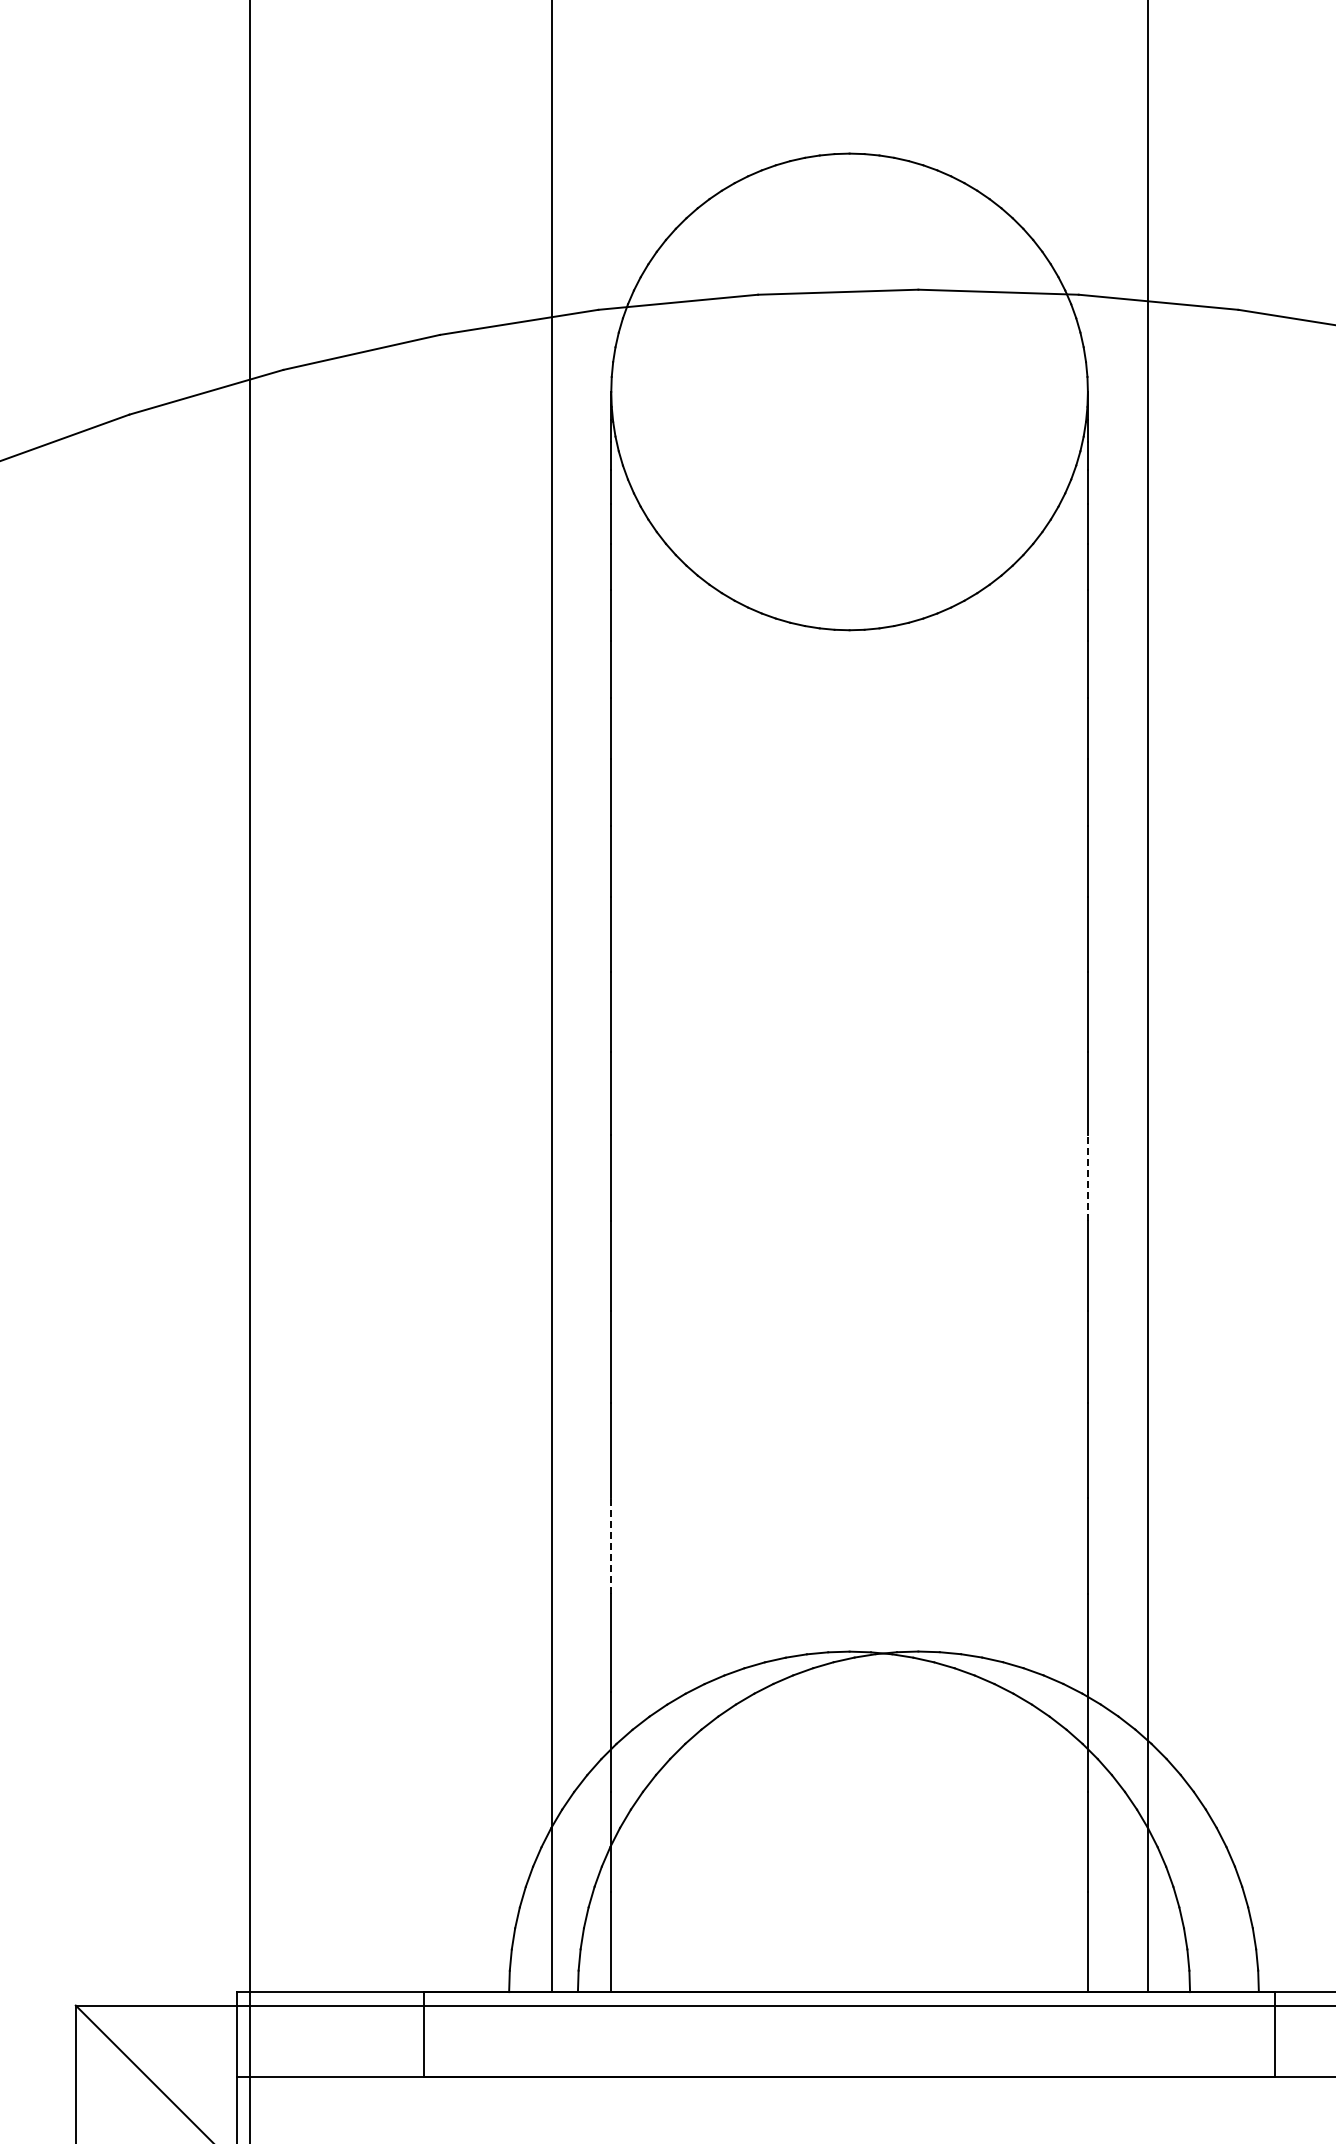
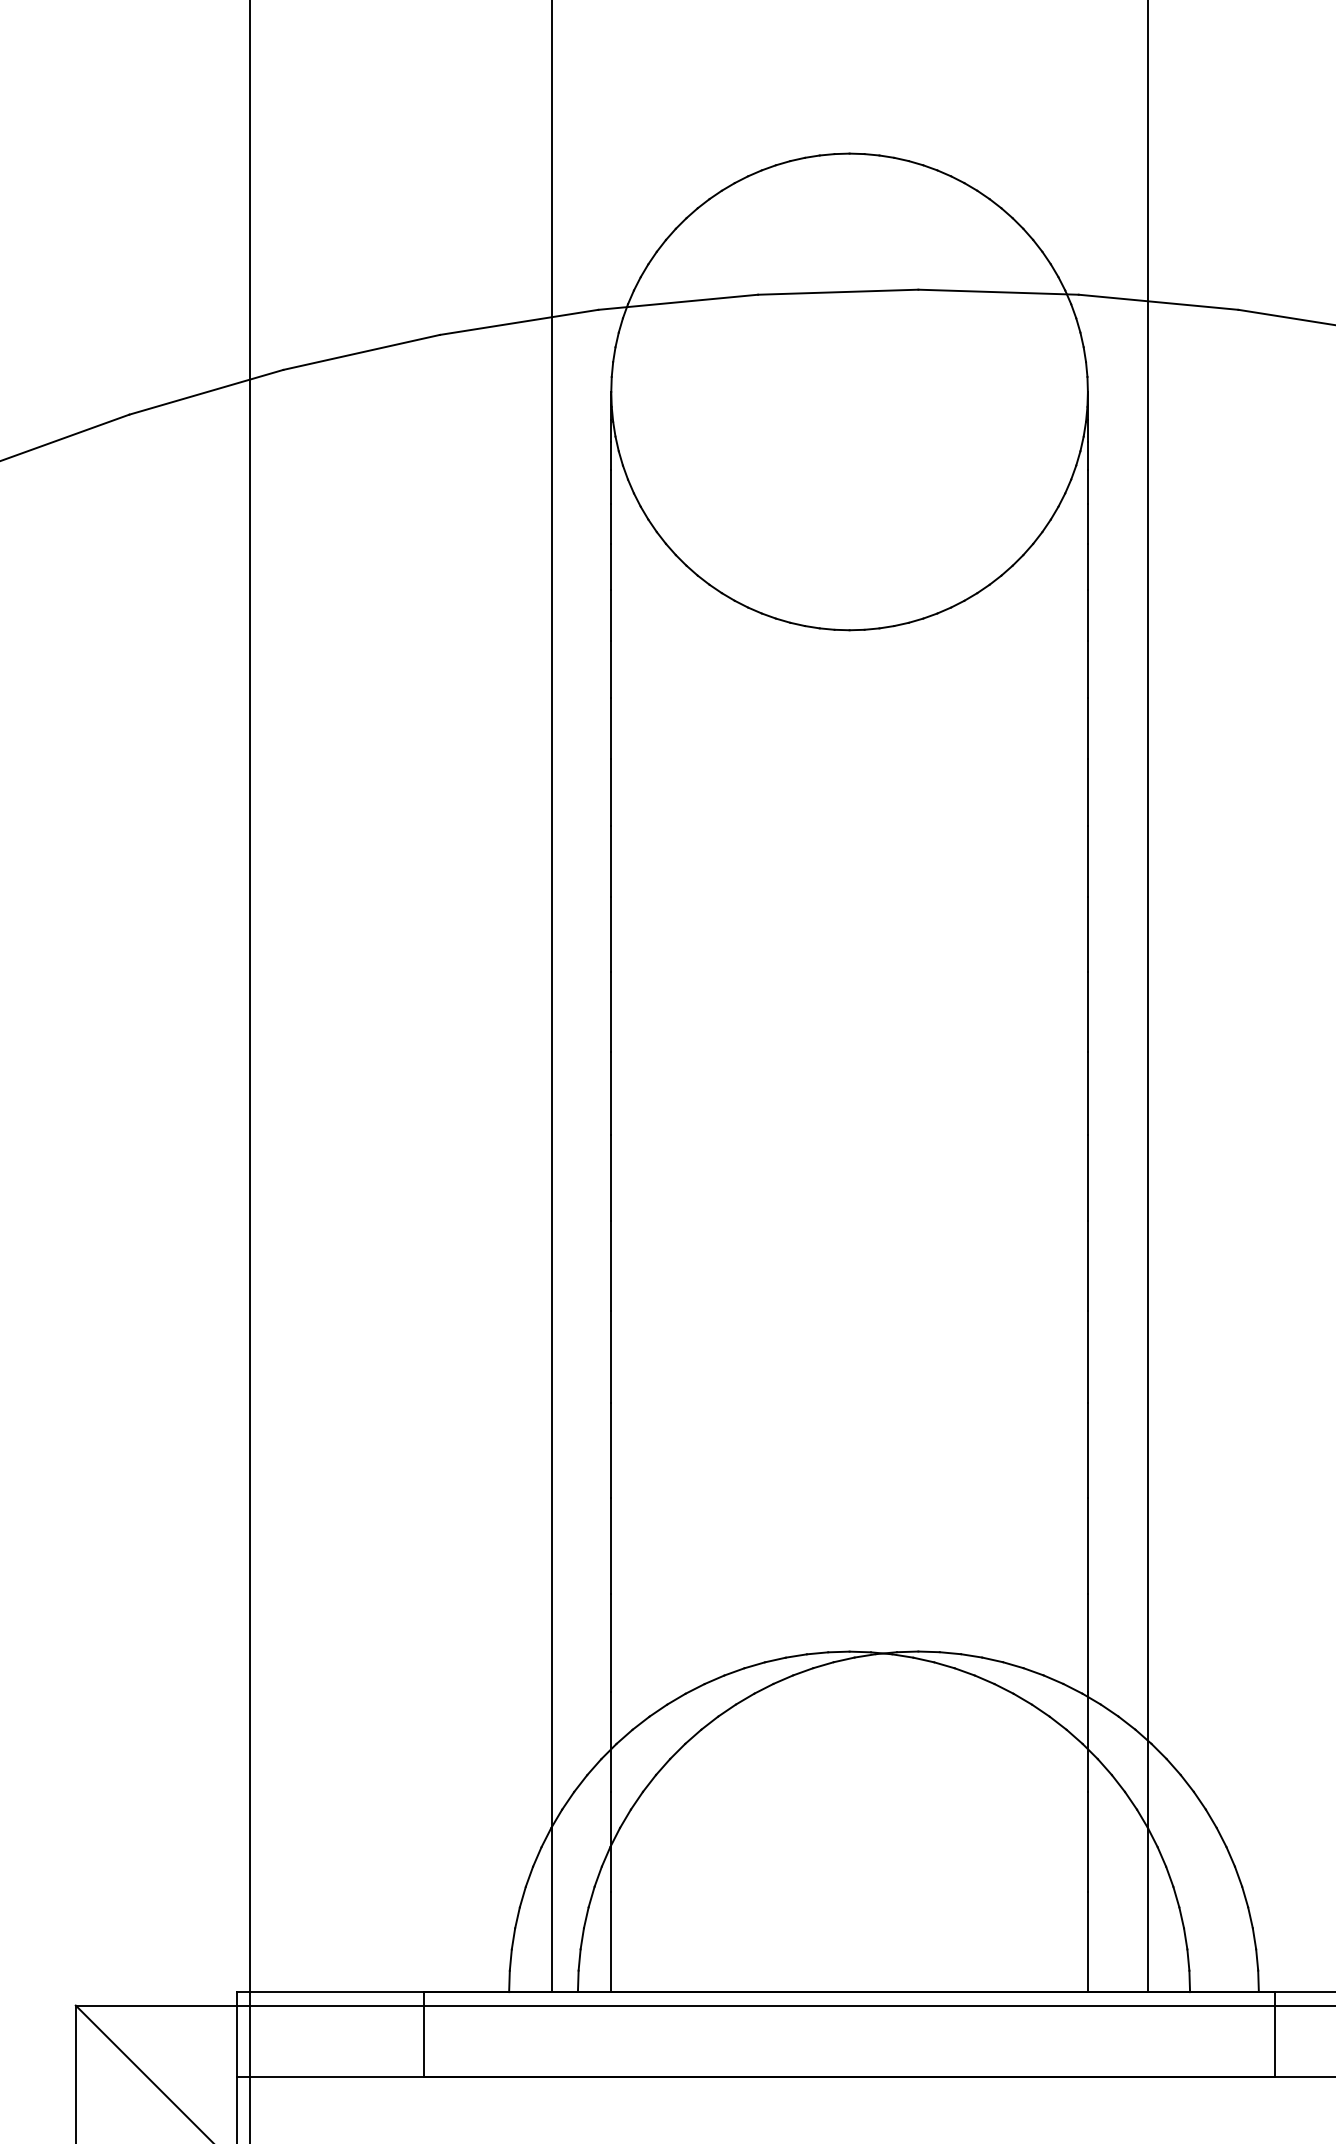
line at (1087, 1177): dashed -> solid
line at (611, 1545): dashed -> solid
